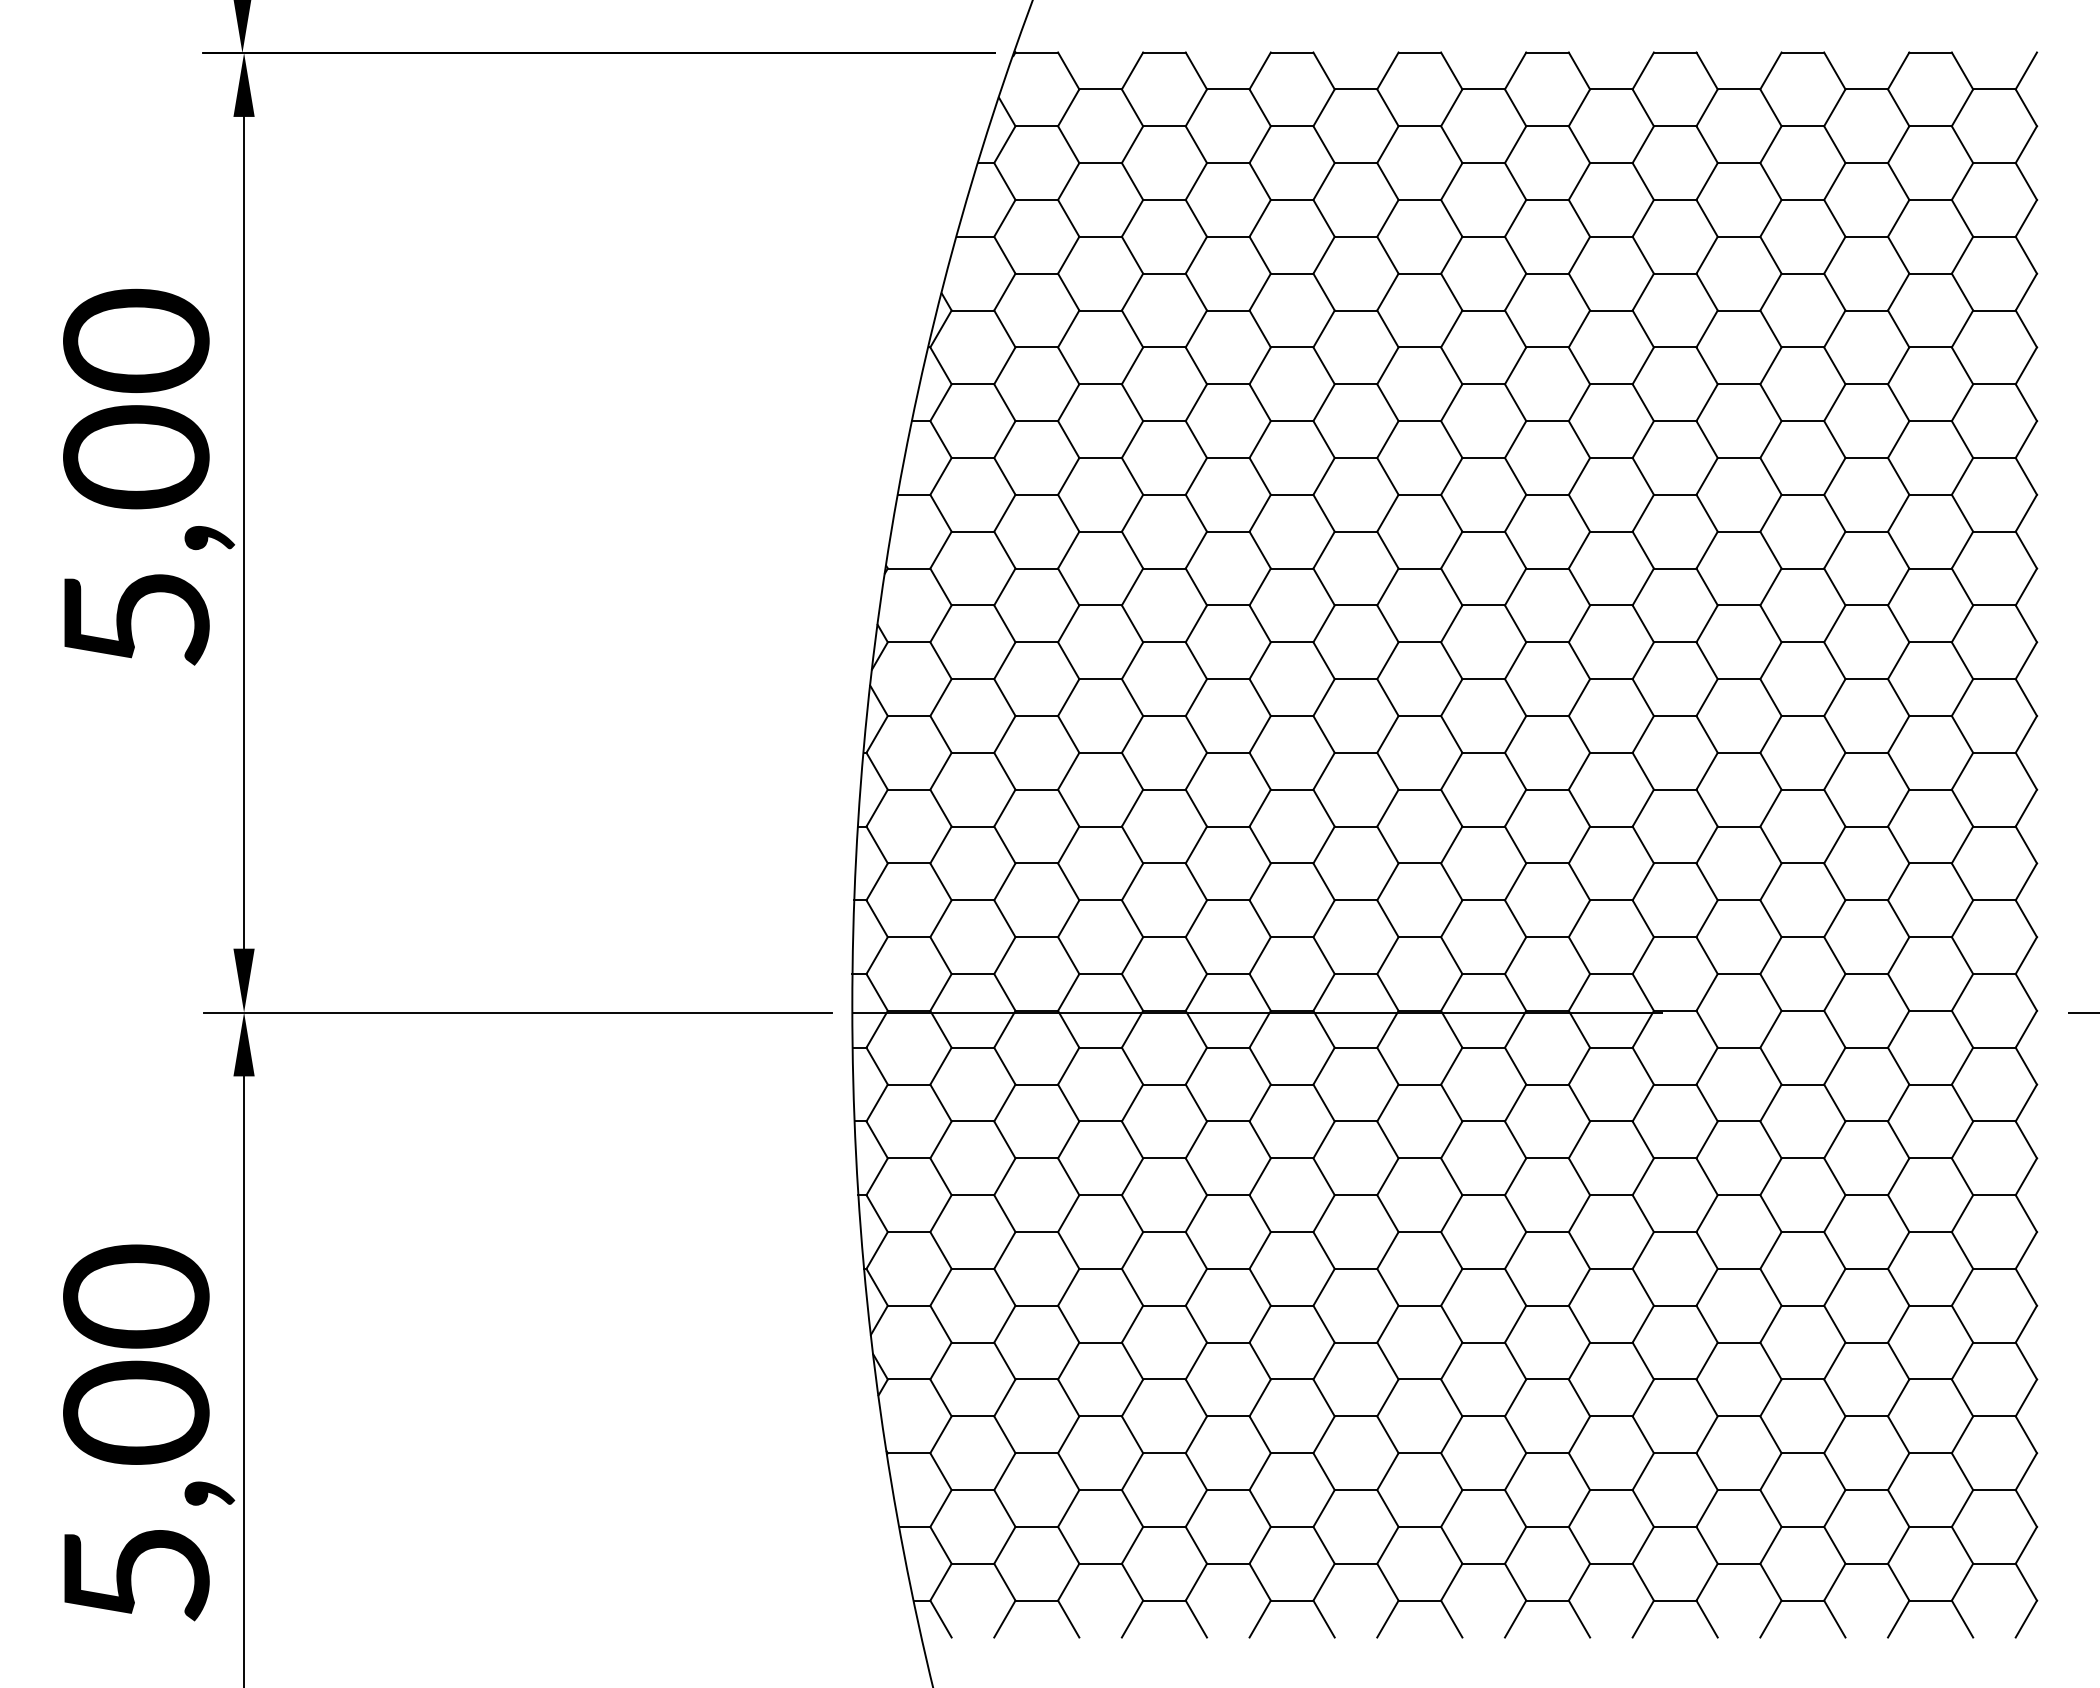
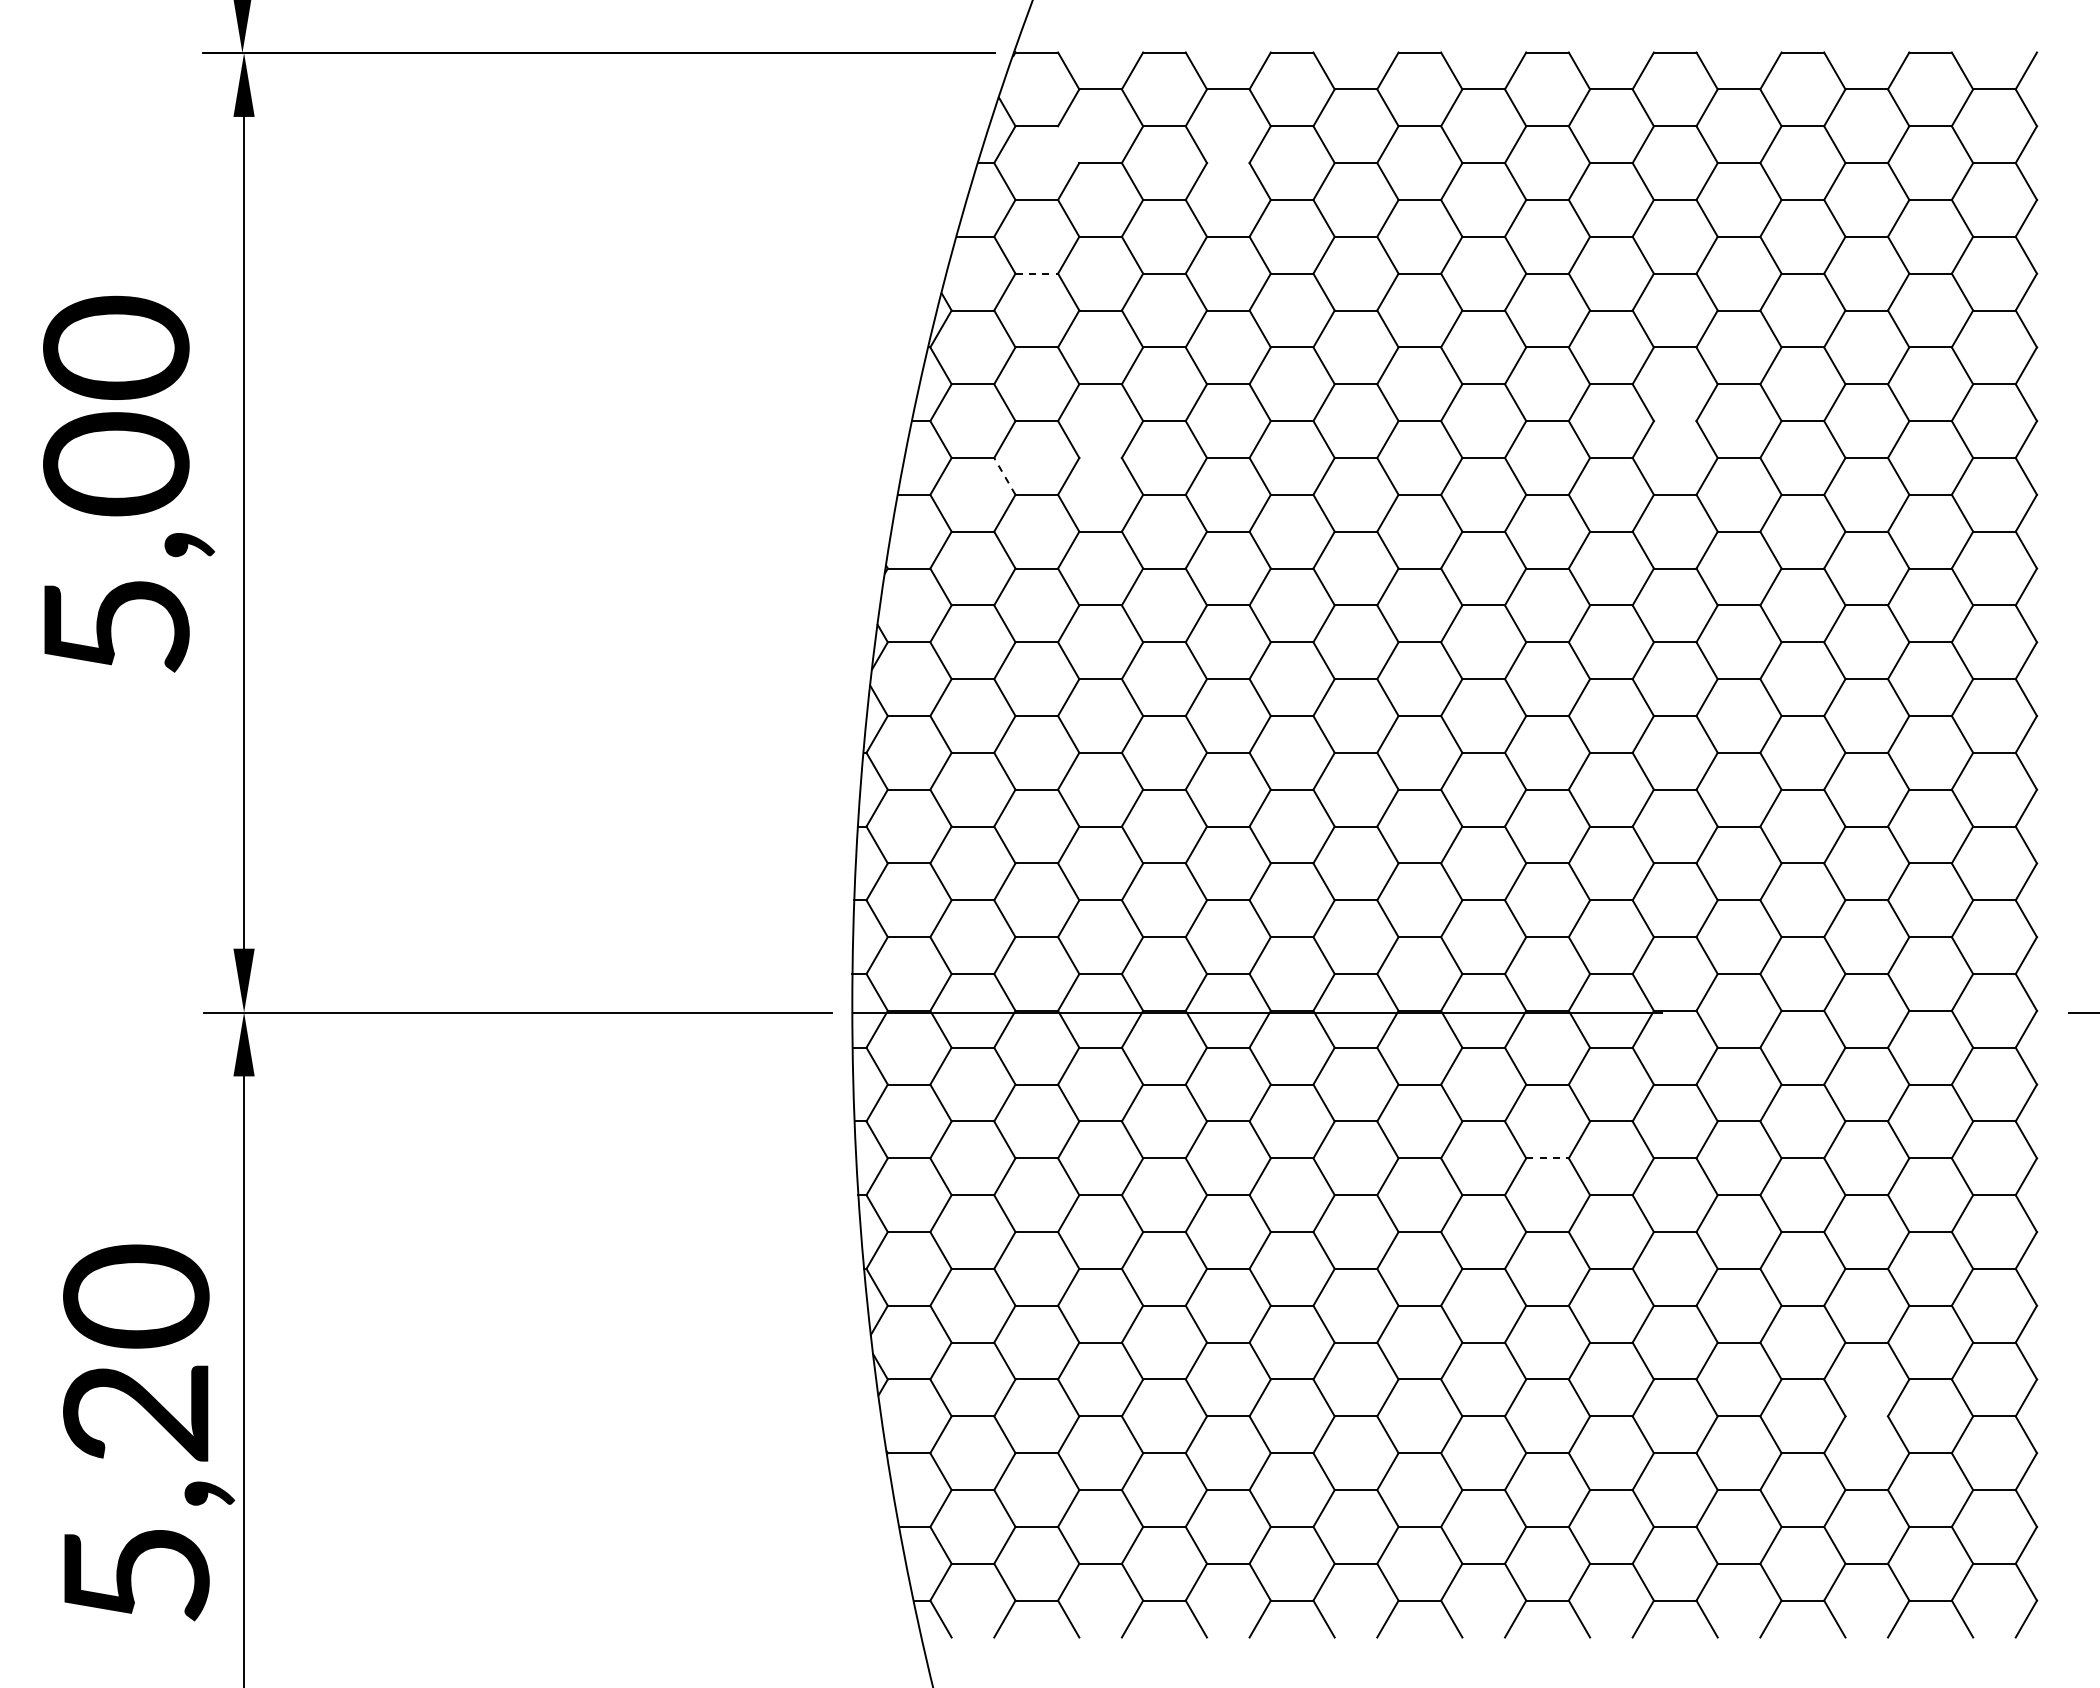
line at (1068, 144): present -> none
line at (1228, 163): present -> none
line at (1037, 273): solid -> dashed
line at (1674, 421): present -> none
line at (1100, 458): present -> none
line at (1004, 475): solid -> dashed
text at (149, 476) position: (149, 476) -> (129, 483)
line at (1548, 1158): solid -> dashed
text at (136, 1412): 5,00 -> 5,20
line at (1866, 1416): present -> none
